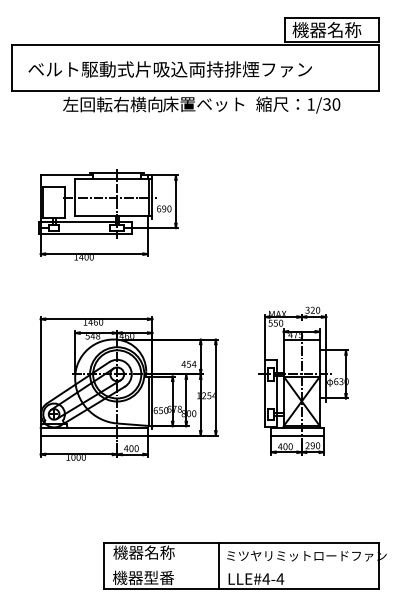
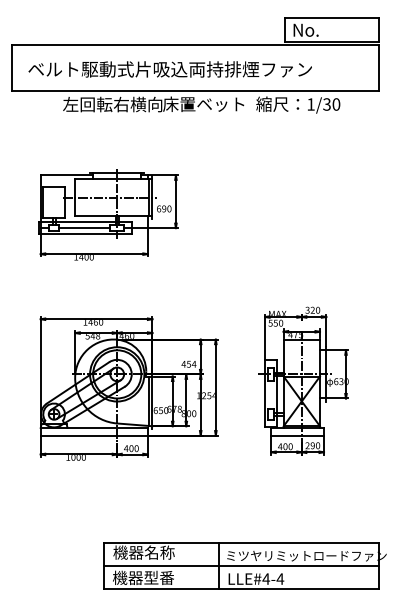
text at (326, 30): 機器名称 -> No.
line at (84, 228): none -> present
line at (241, 565): none -> present
